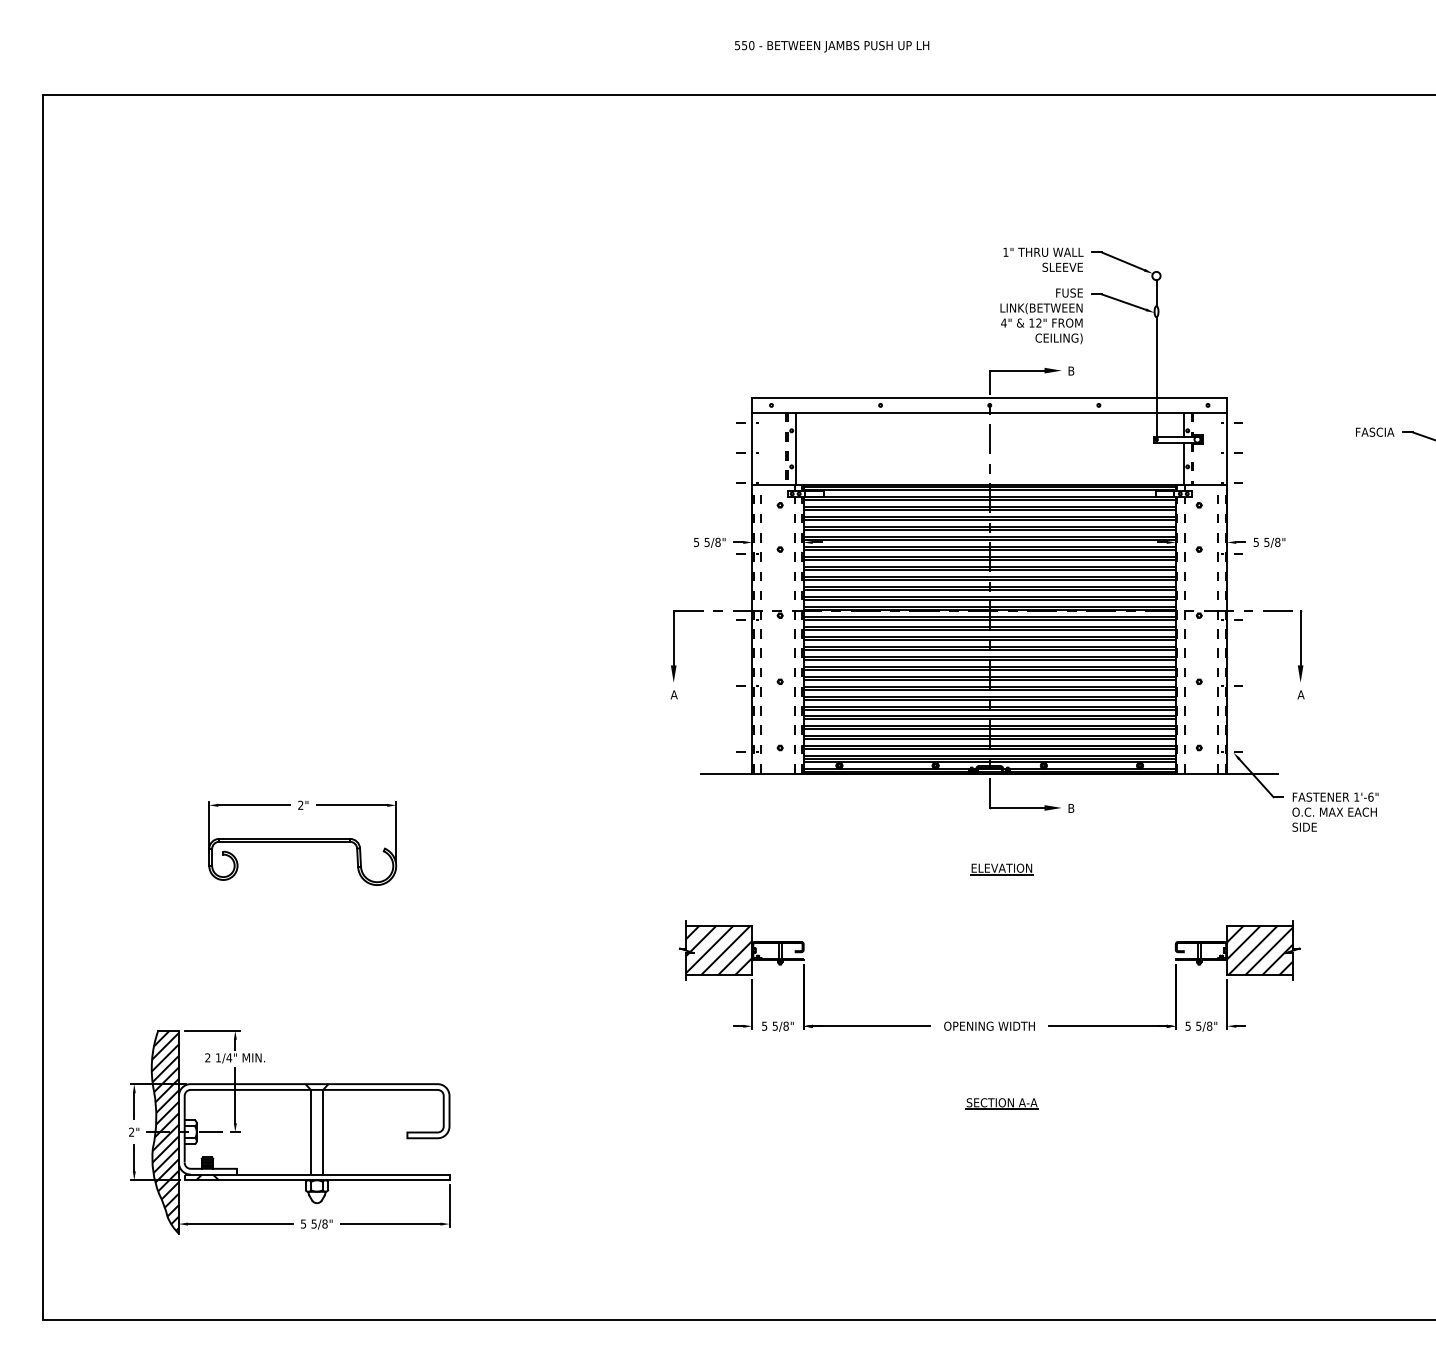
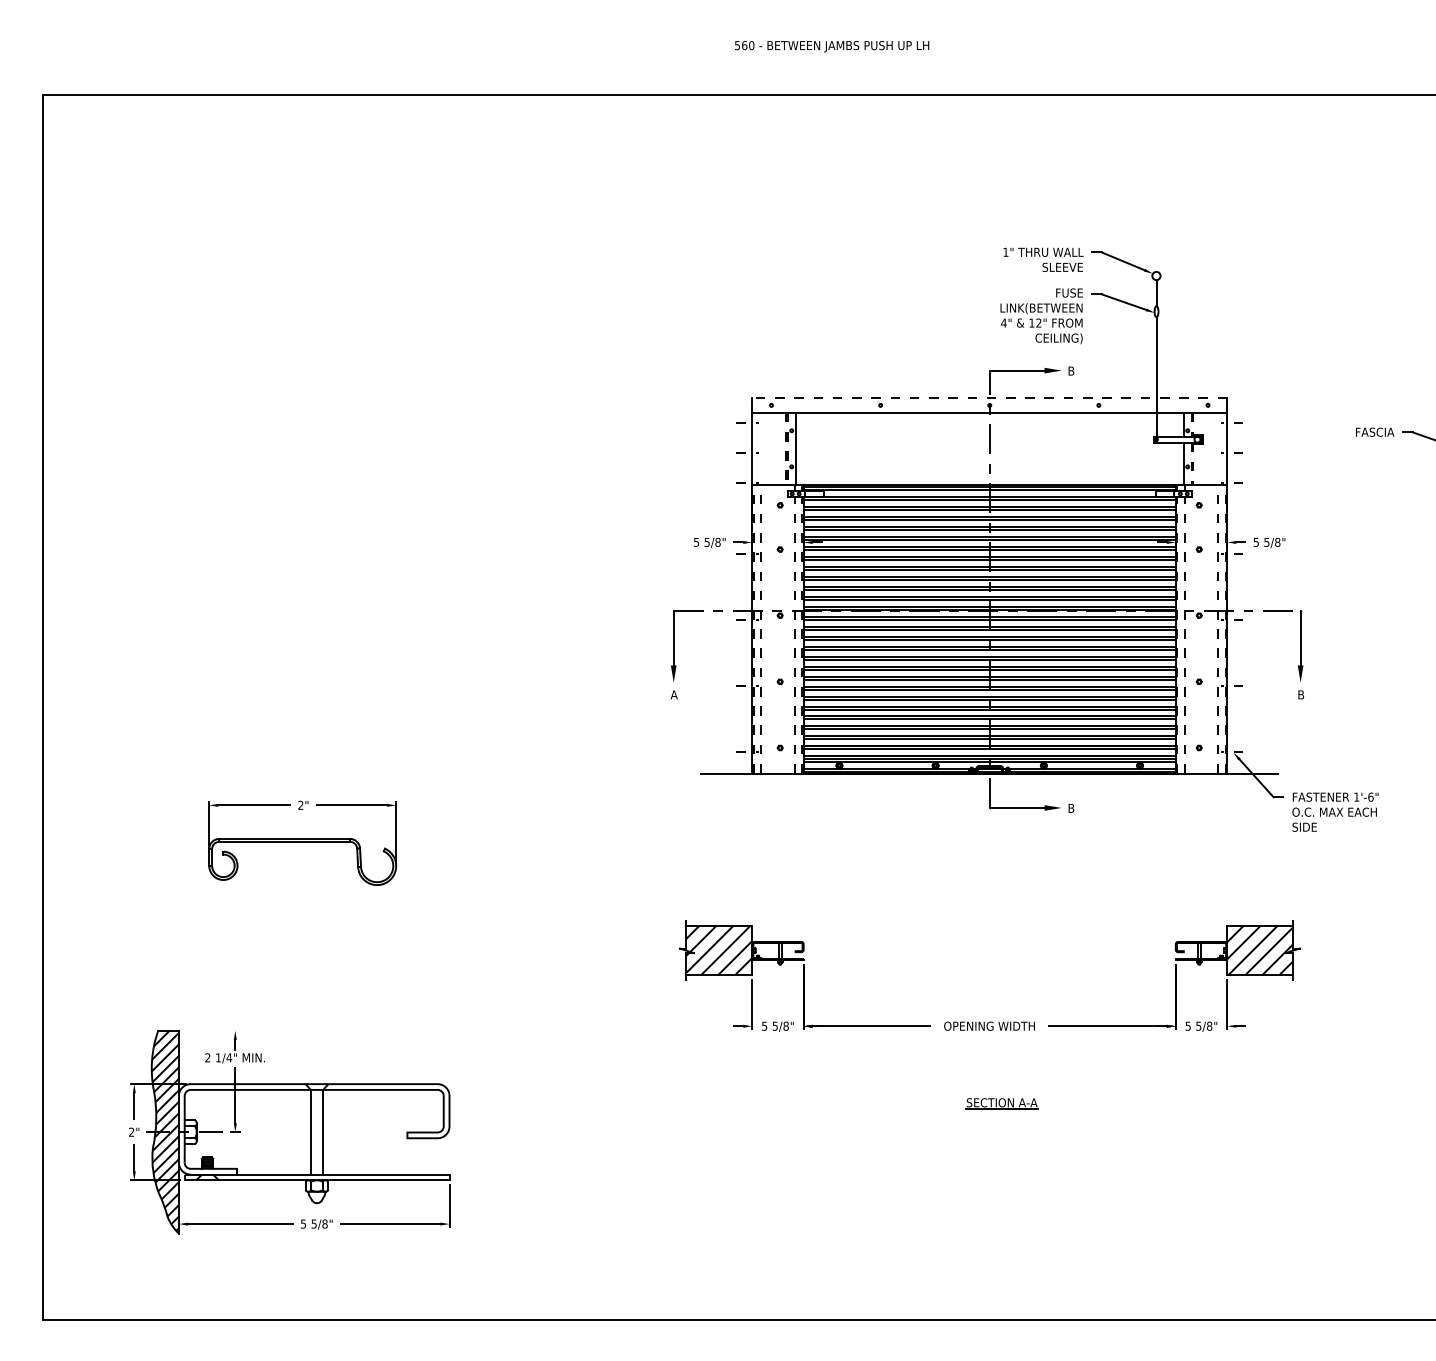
text at (744, 45): 550 -> 560
line at (989, 397): solid -> dashed
text at (1300, 694): A -> B
part at (1001, 869): present -> none
line at (211, 1030): present -> none
